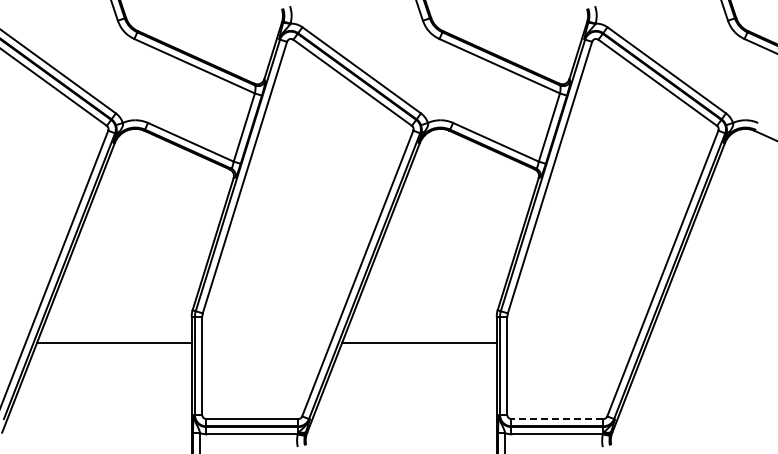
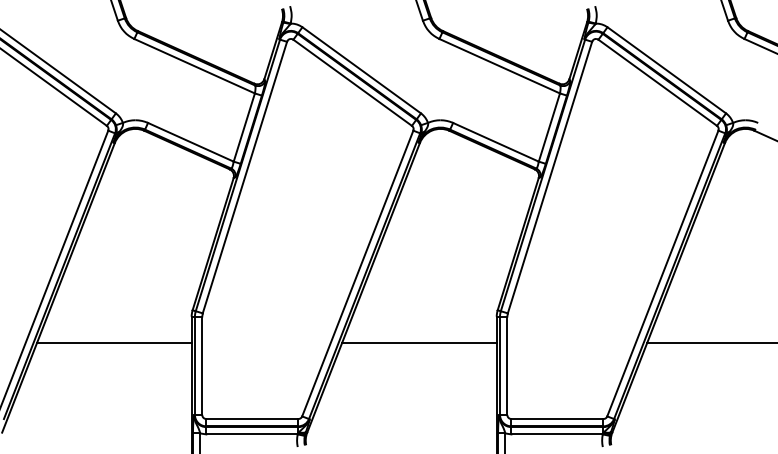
line at (710, 343): none -> present
line at (556, 419): dashed -> solid
